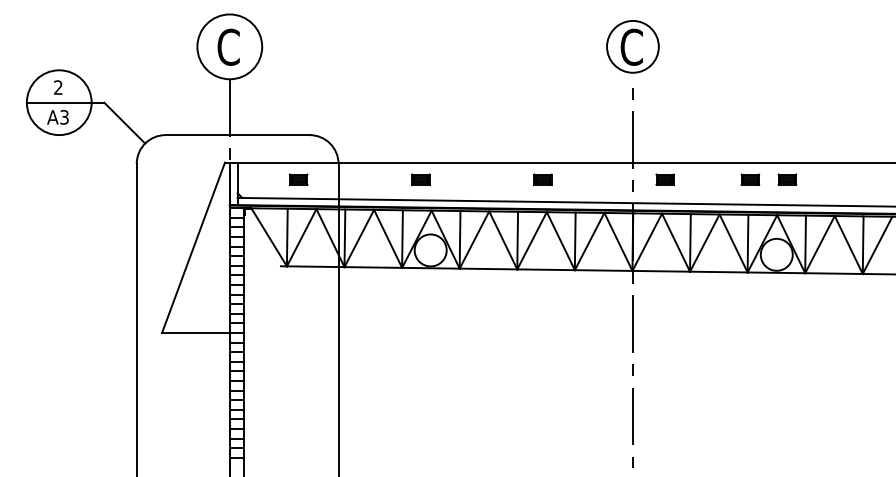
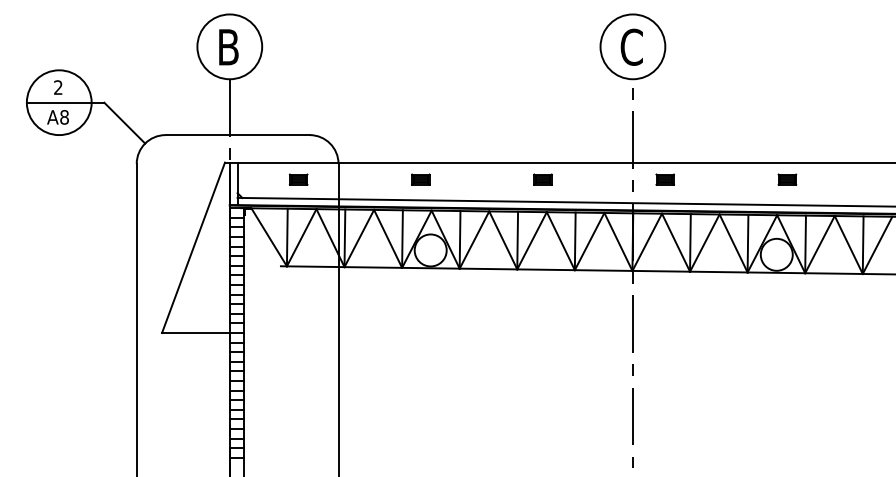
text at (228, 46): C -> B
circle at (632, 46) diameter: 52 px -> 65 px
text at (64, 117): A3 -> A8
part at (750, 179): present -> none
